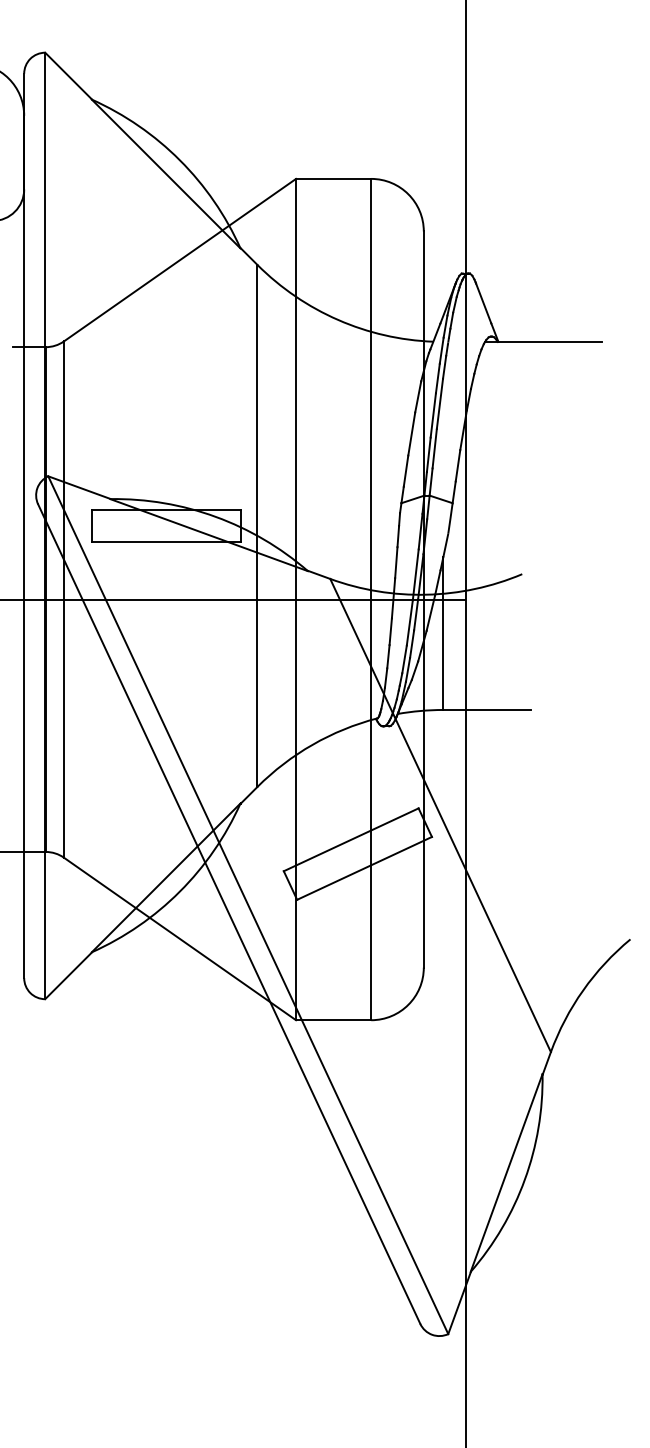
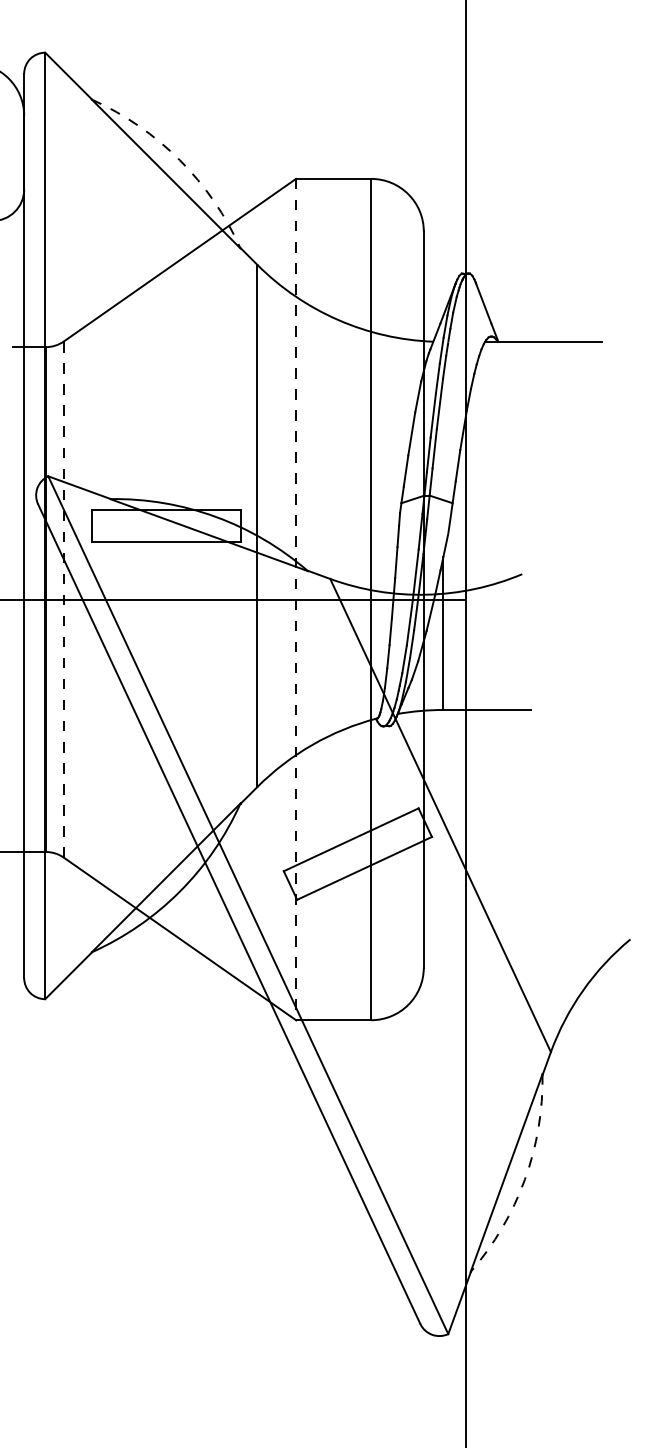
arc at (179, 160): solid -> dashed
line at (63, 599): solid -> dashed
line at (296, 599): solid -> dashed
arc at (524, 1179): solid -> dashed
